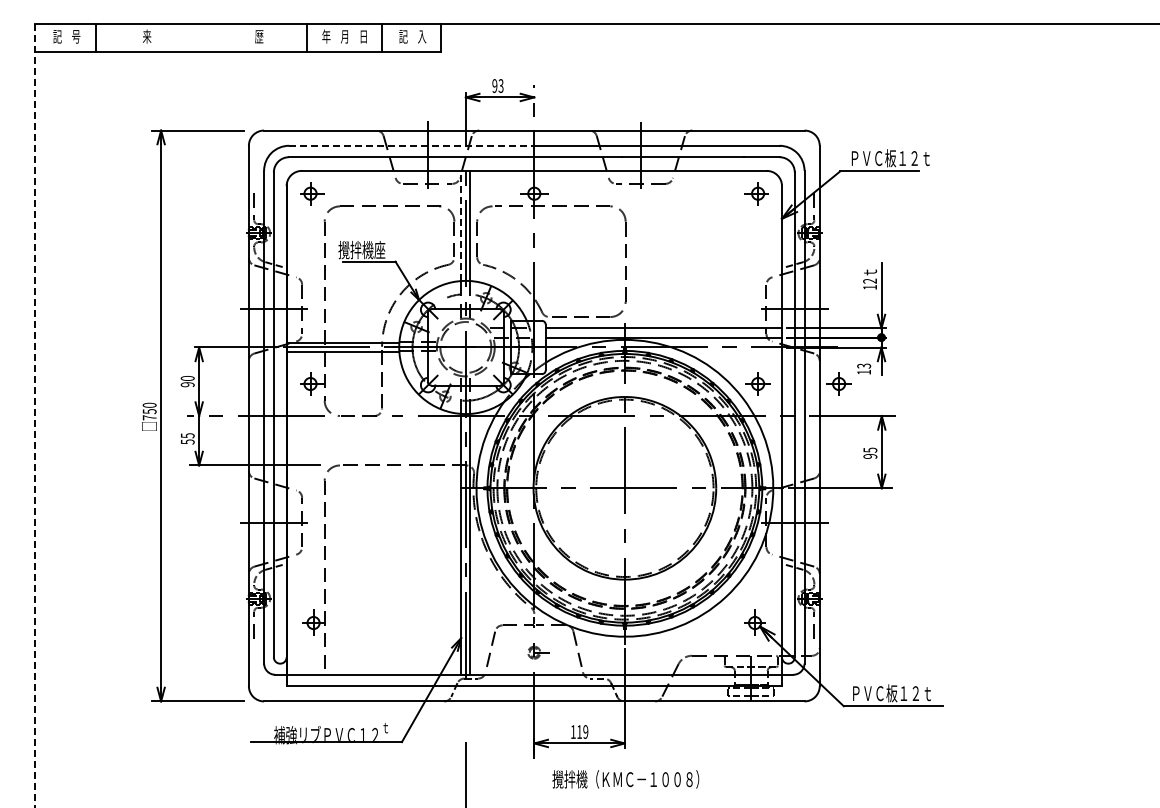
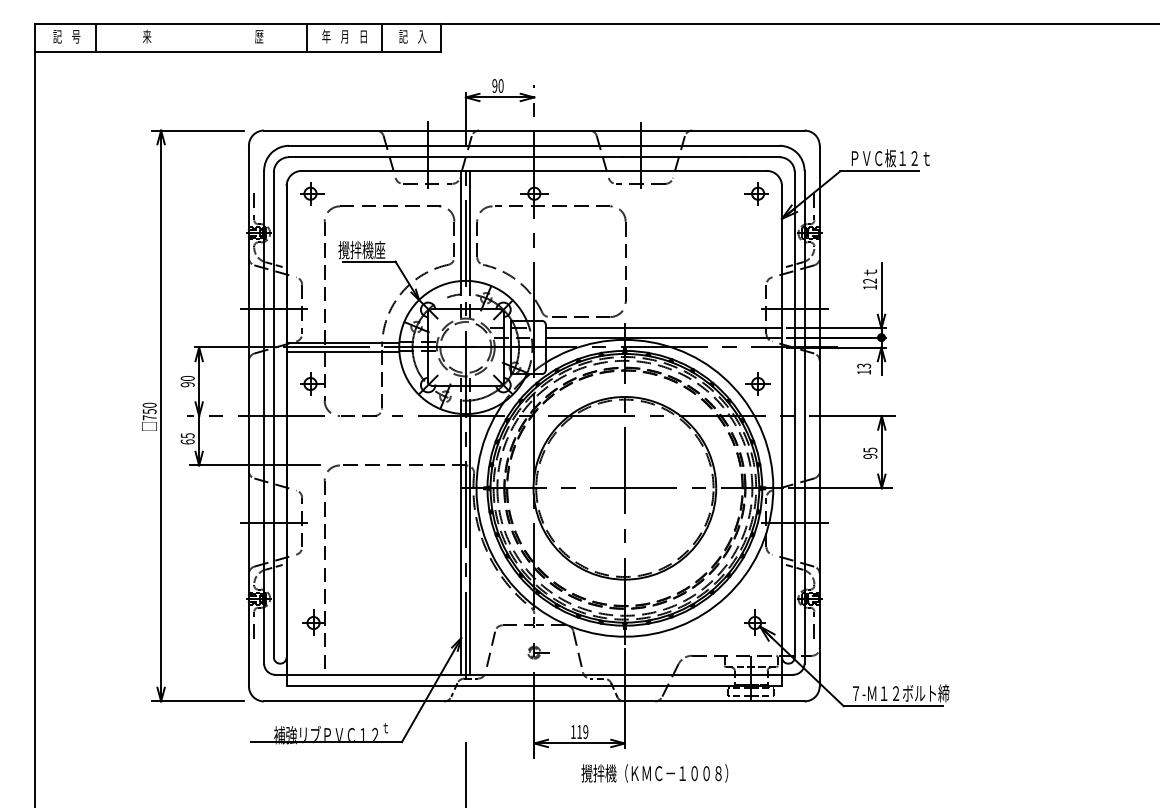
text at (500, 85): 93 -> 90
line at (411, 145): dashed -> solid
line at (461, 225): dashed -> solid
part at (838, 383): present -> none
line at (34, 416): dashed -> solid
text at (187, 441): 55 -> 65
text at (901, 693): ＰＶＣ板１２ｔ -> ７-Ｍ１２ボルト締
text at (625, 779) position: (625, 779) -> (654, 773)
